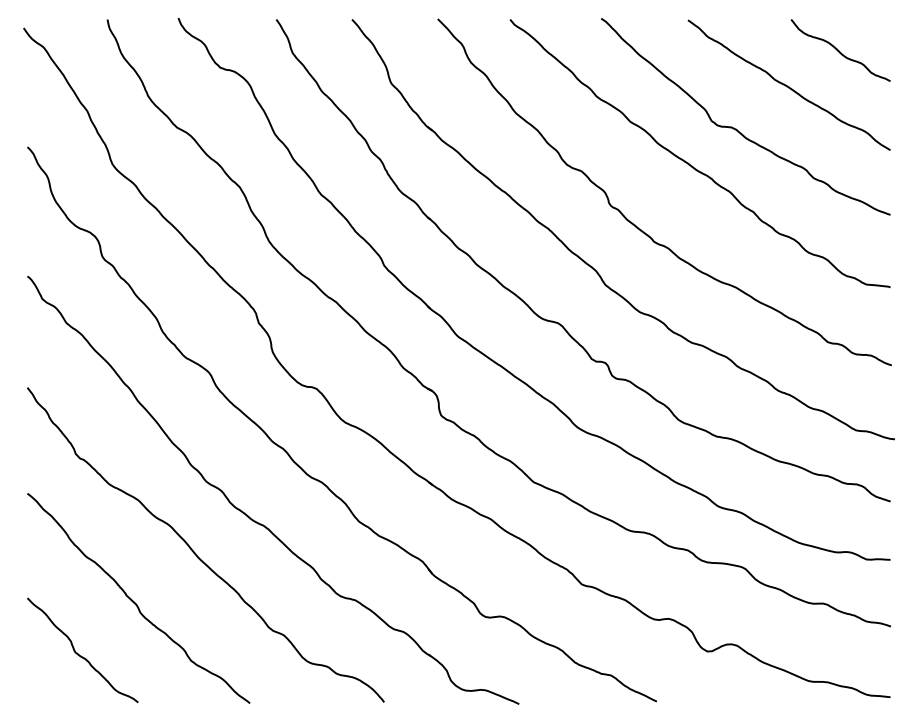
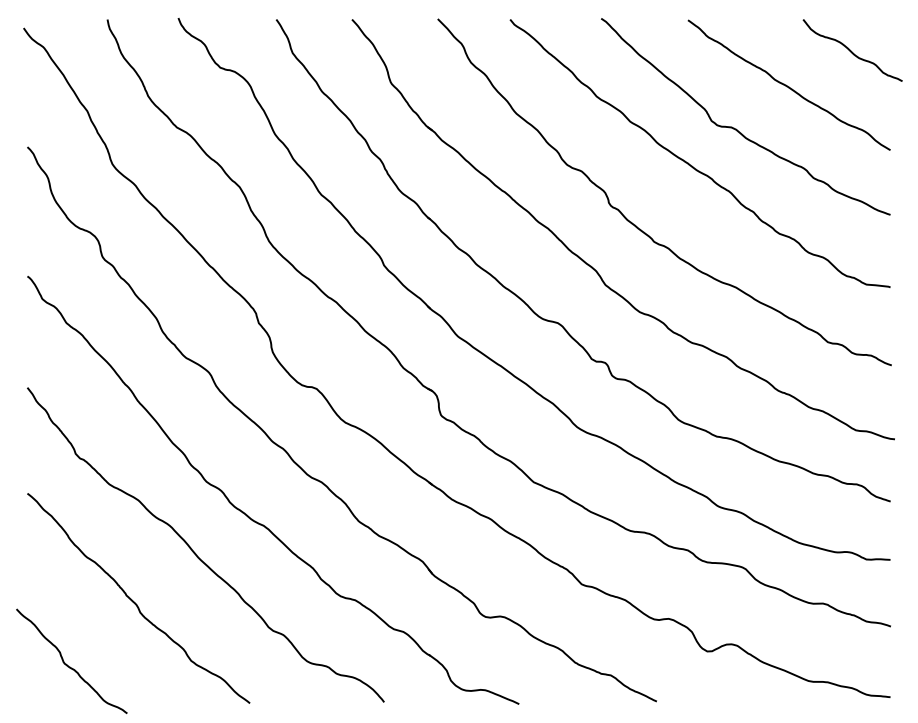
curve at (839, 50) position: (839, 50) -> (851, 50)
curve at (78, 653) position: (78, 653) -> (67, 664)
